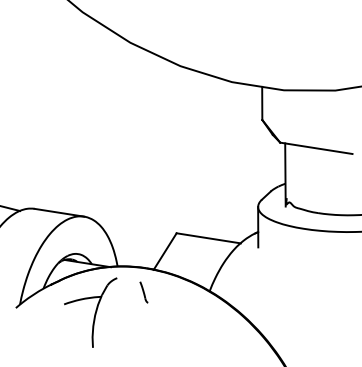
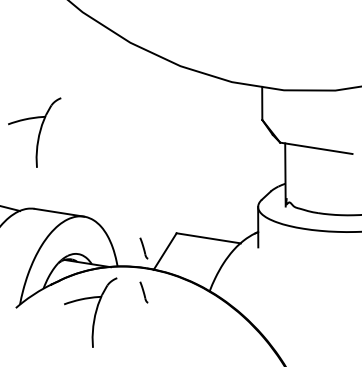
part at (34, 132): none -> present
line at (143, 248): none -> present
